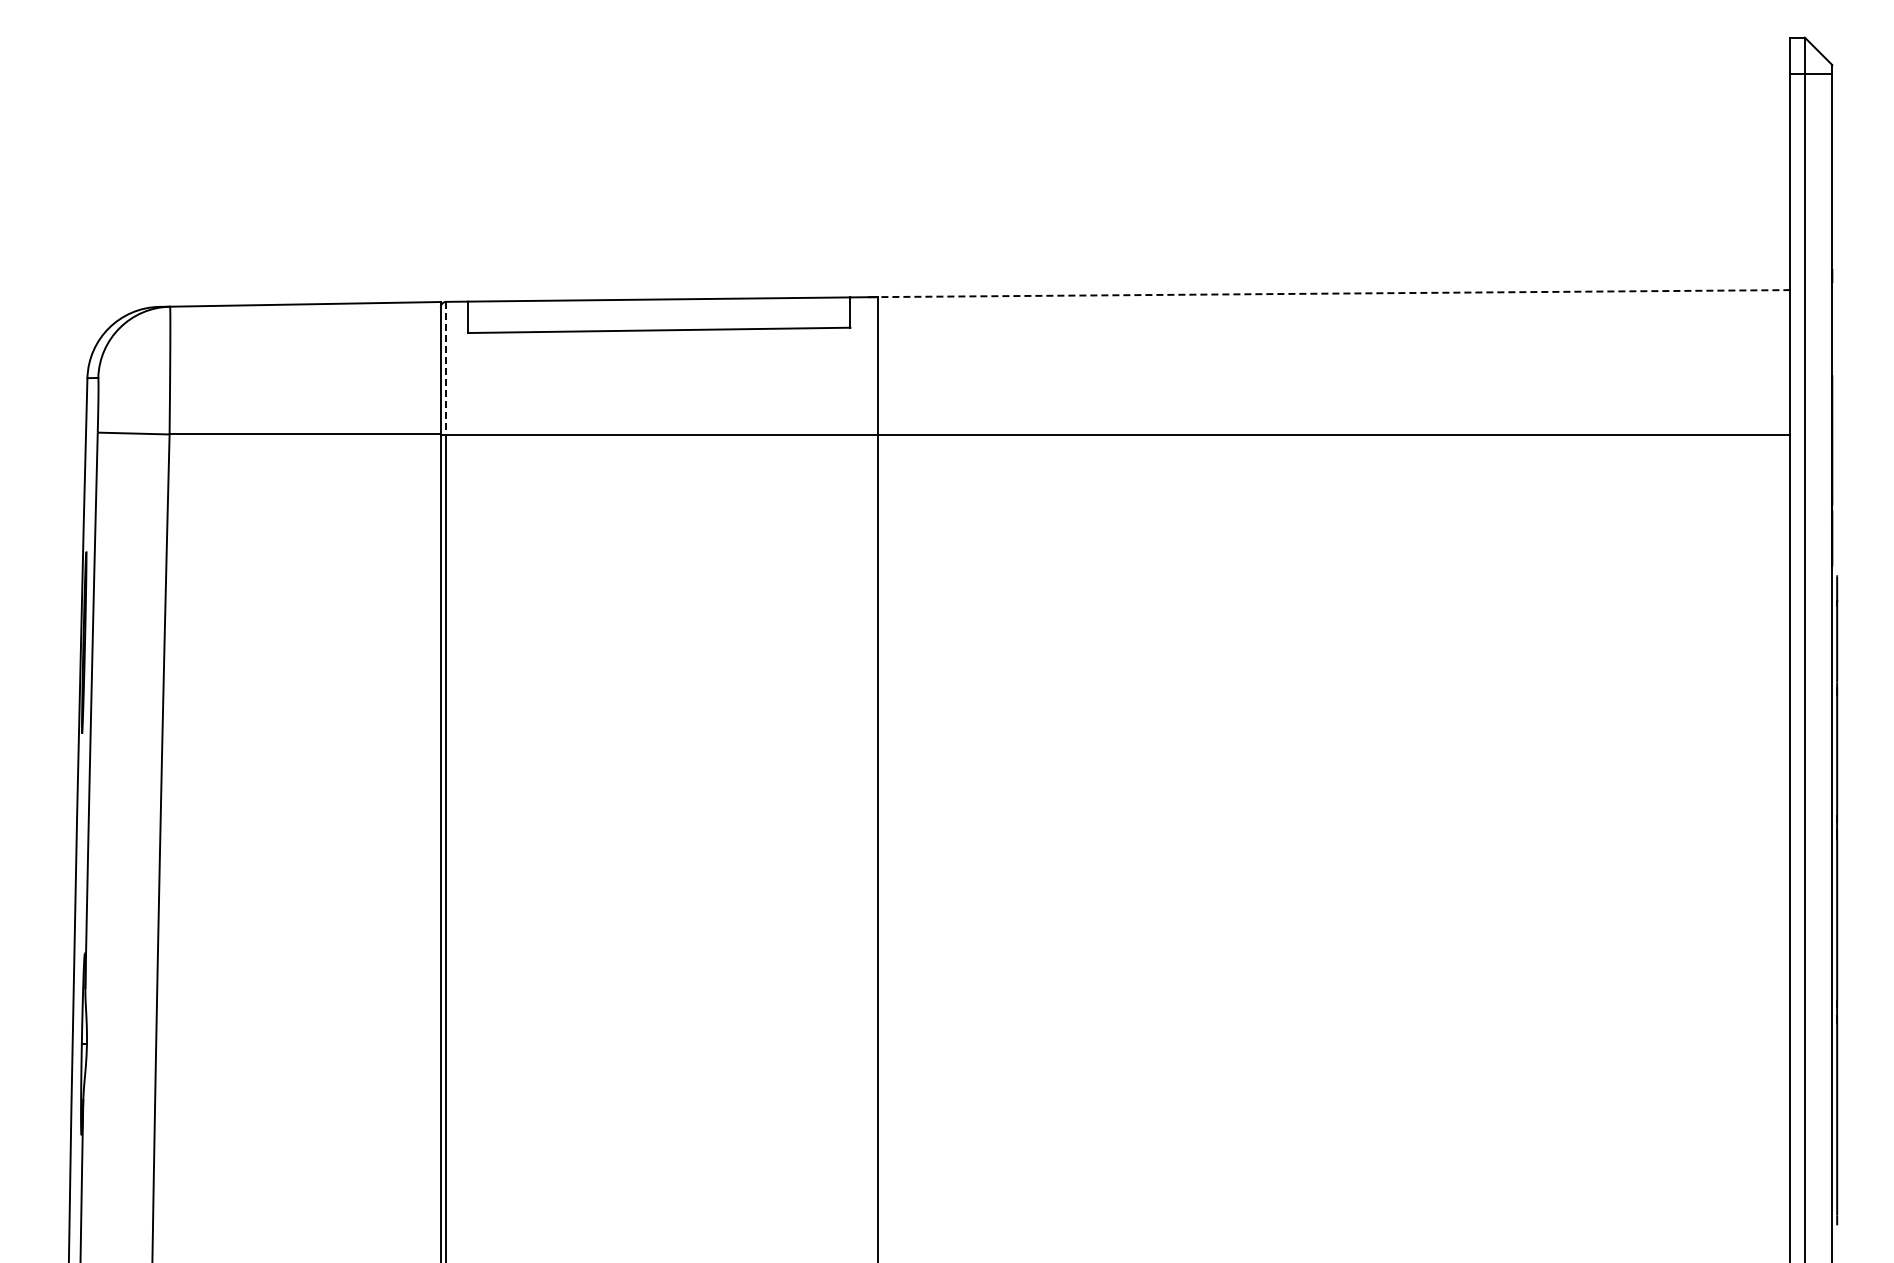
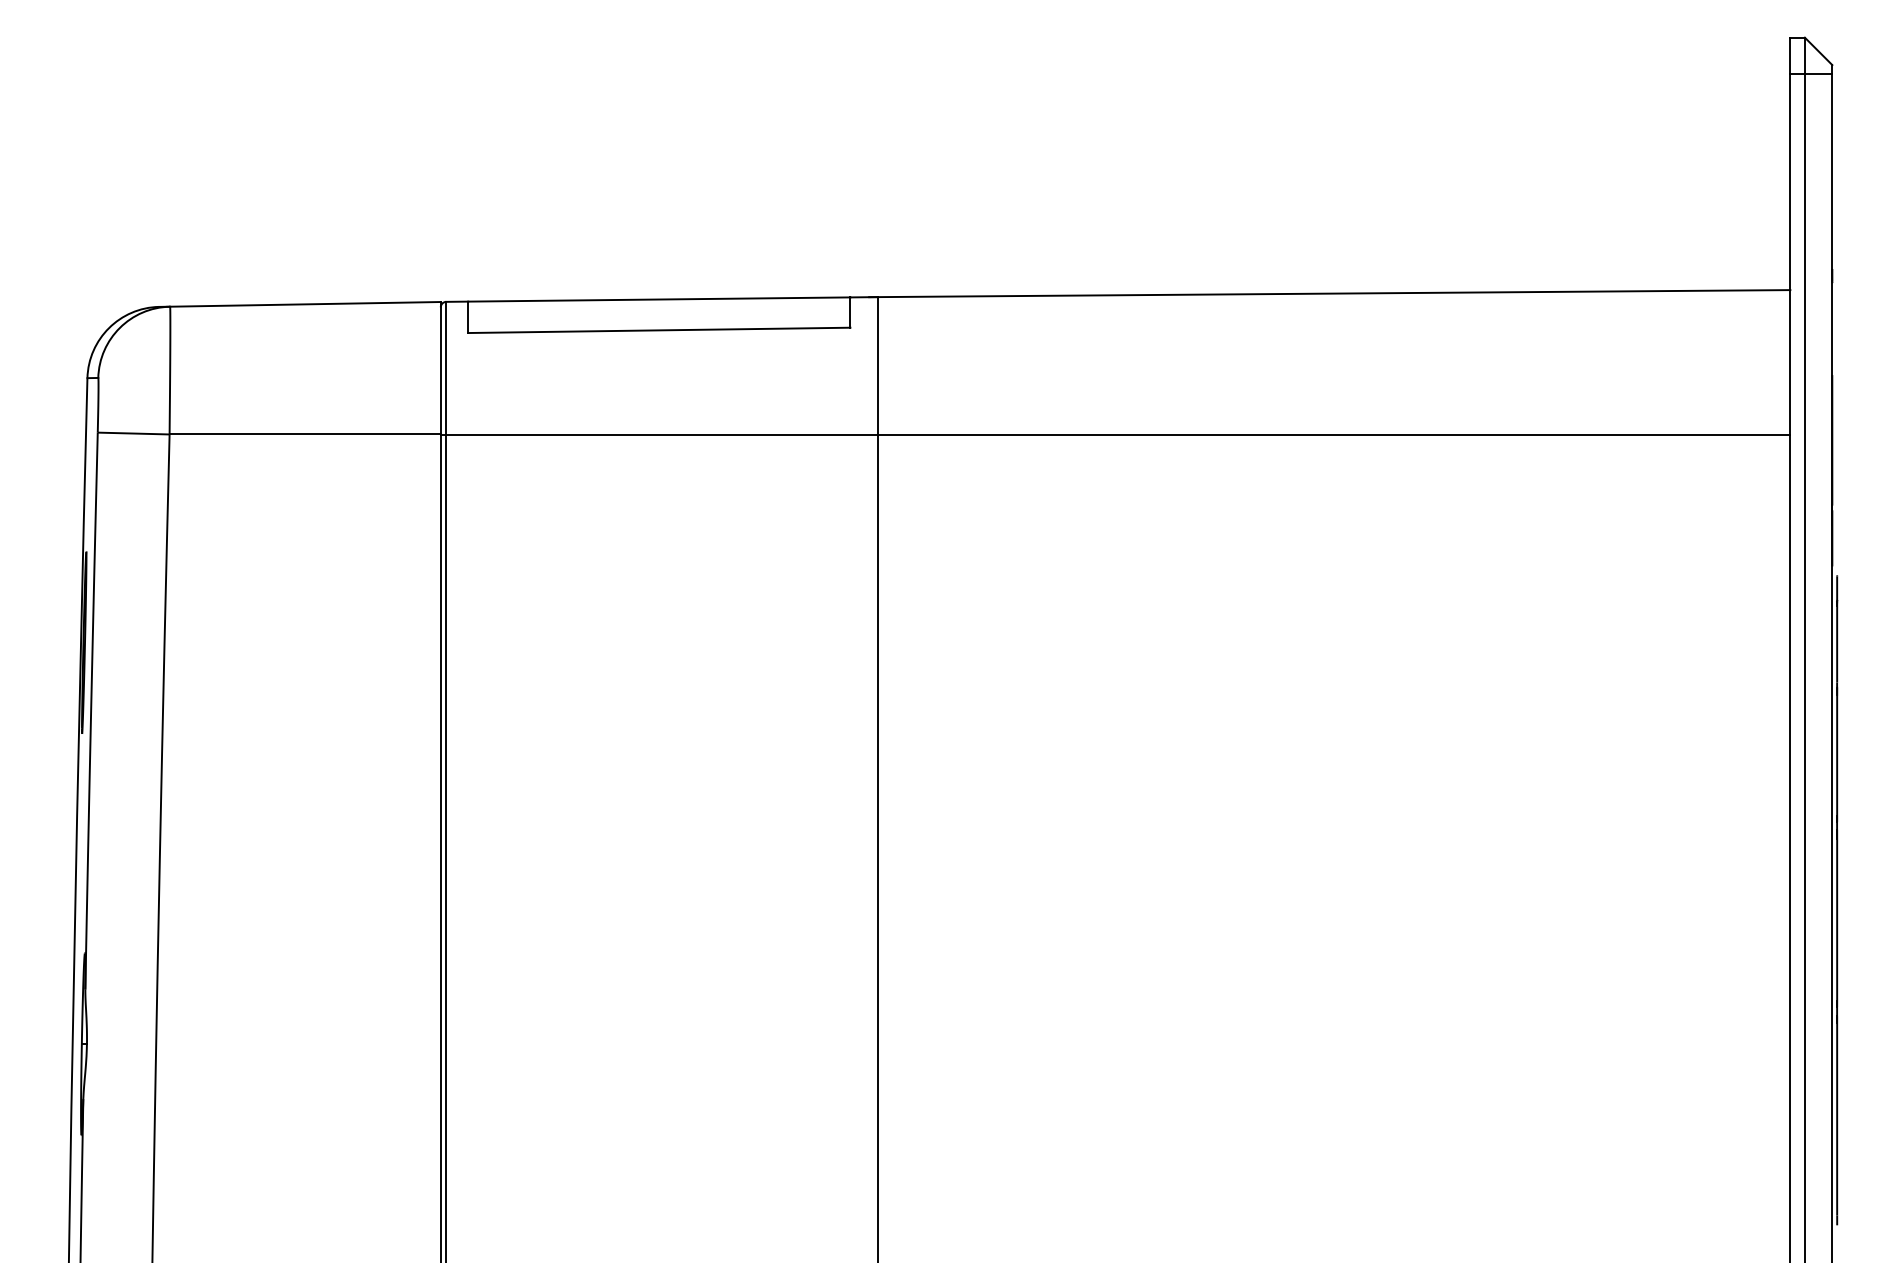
line at (1333, 293): dashed -> solid
line at (446, 368): dashed -> solid
